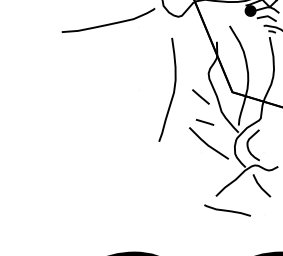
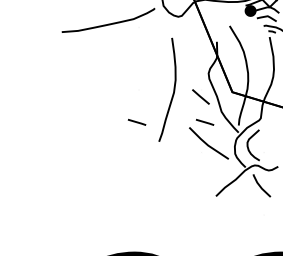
line at (136, 121): none -> present
curve at (227, 210): present -> none
